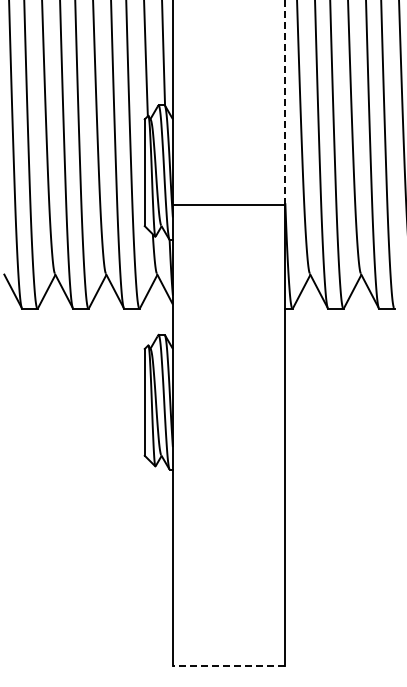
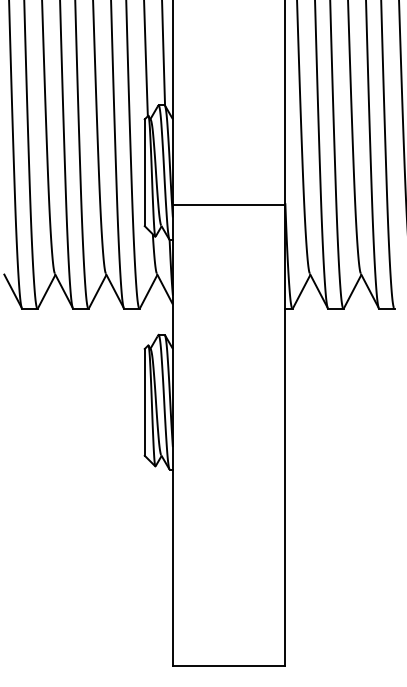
line at (285, 102): dashed -> solid
line at (228, 666): dashed -> solid
